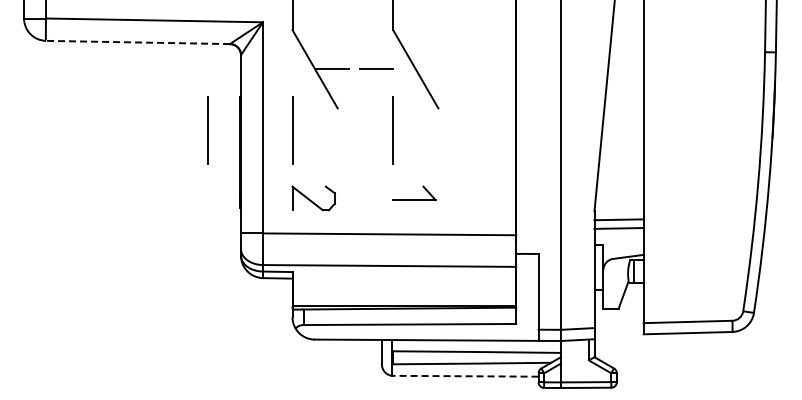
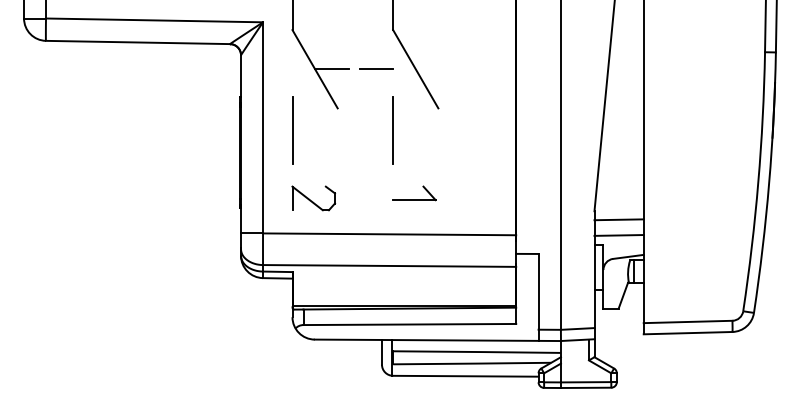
line at (137, 42): dashed -> solid
line at (207, 130): present -> none
line at (618, 228) position: (618, 228) -> (618, 235)
line at (465, 376): dashed -> solid
